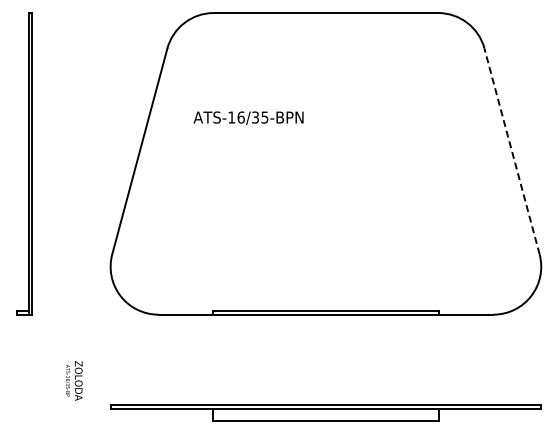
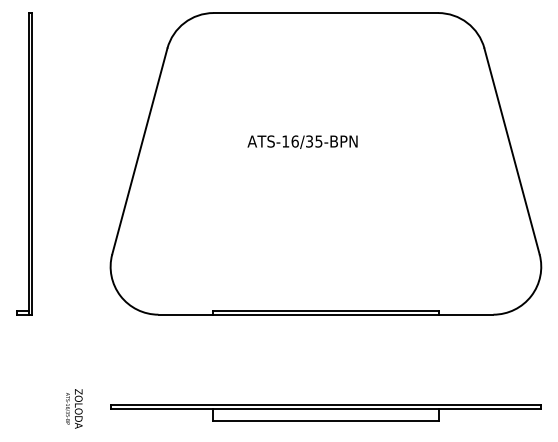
text at (248, 117) position: (248, 117) -> (302, 141)
line at (512, 151): dashed -> solid
text at (73, 380) position: (73, 380) -> (73, 408)
